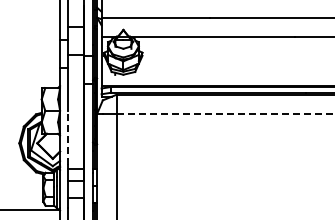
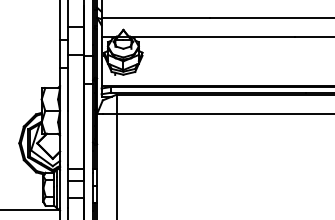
line at (225, 113): dashed -> solid
line at (68, 137): dashed -> solid
